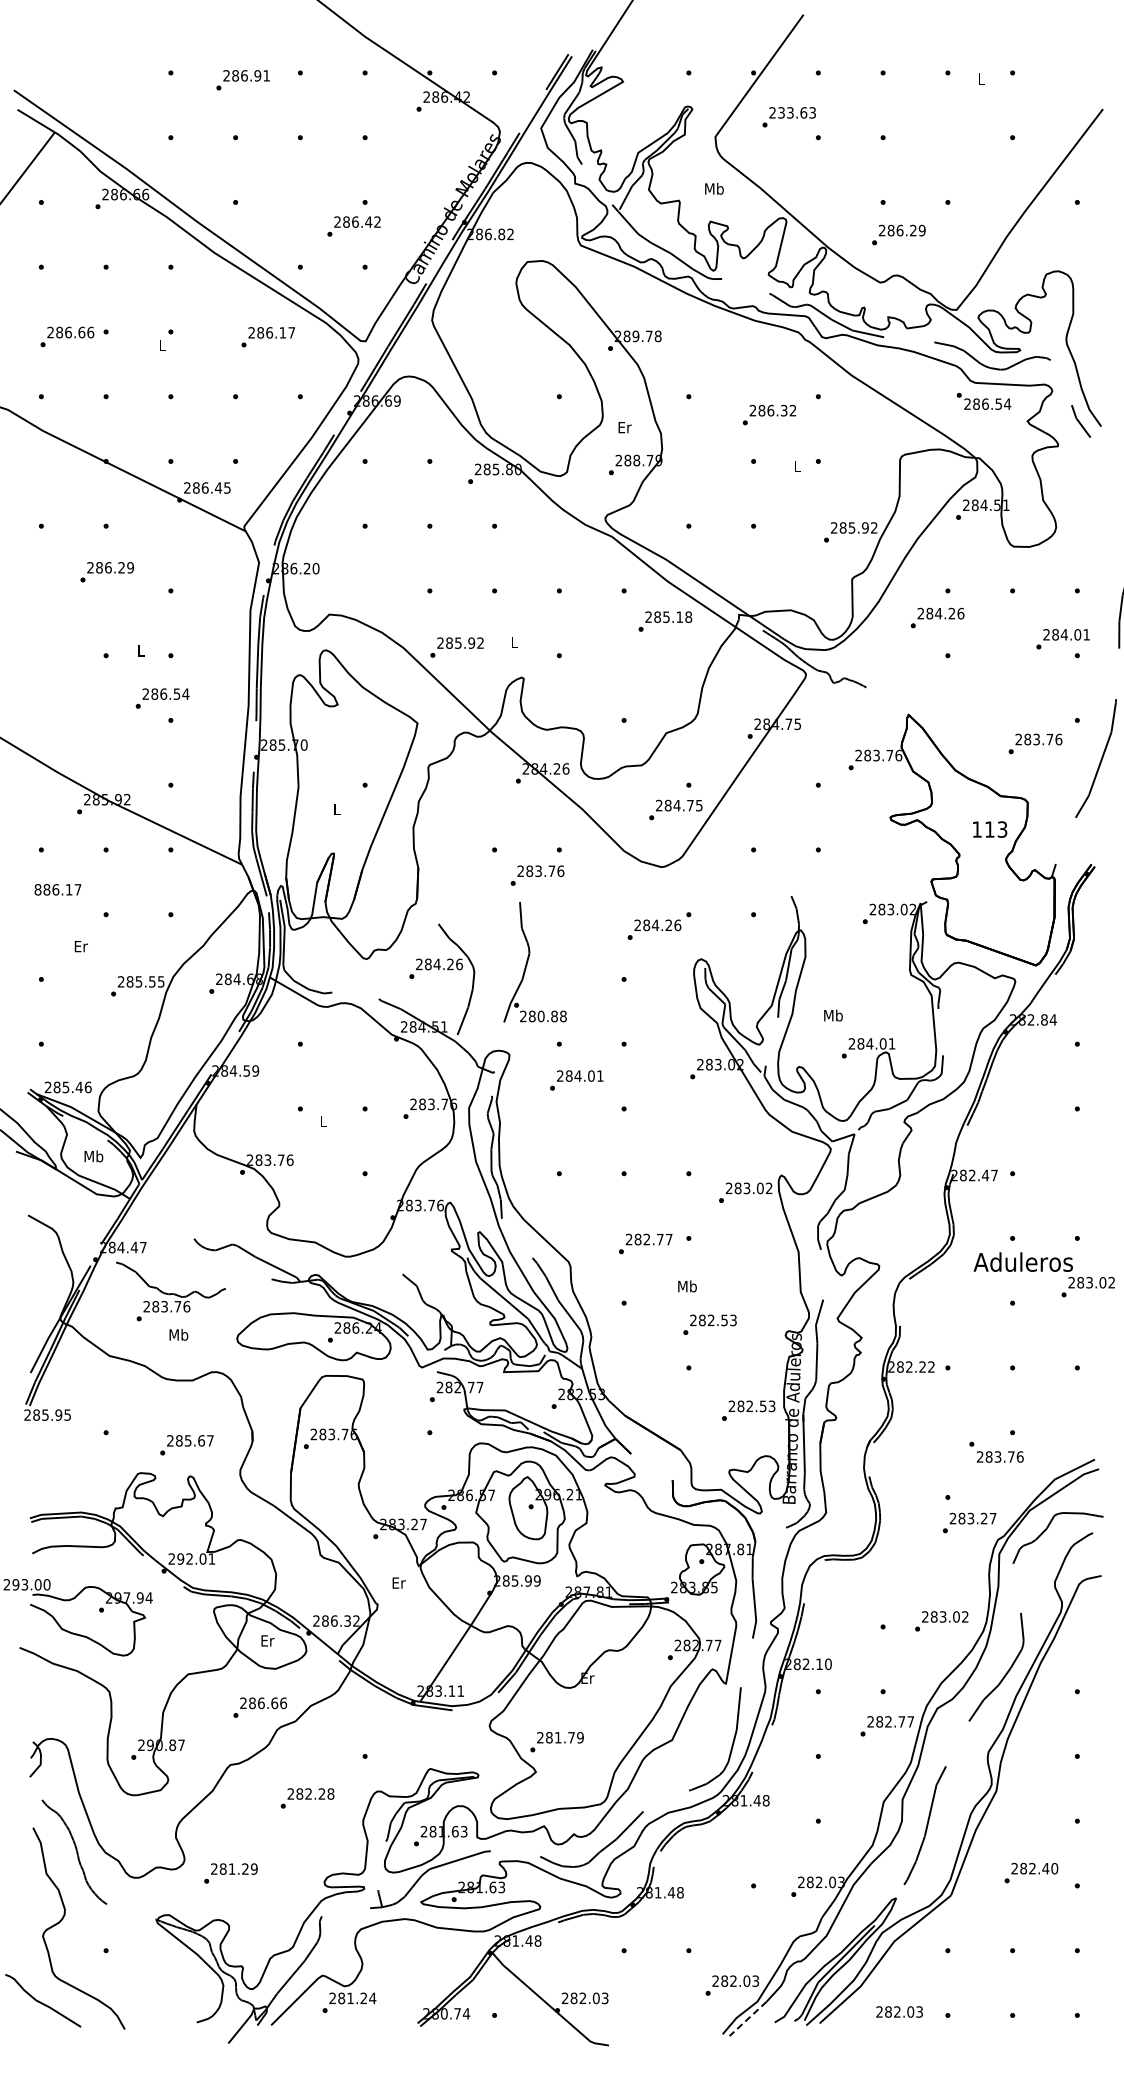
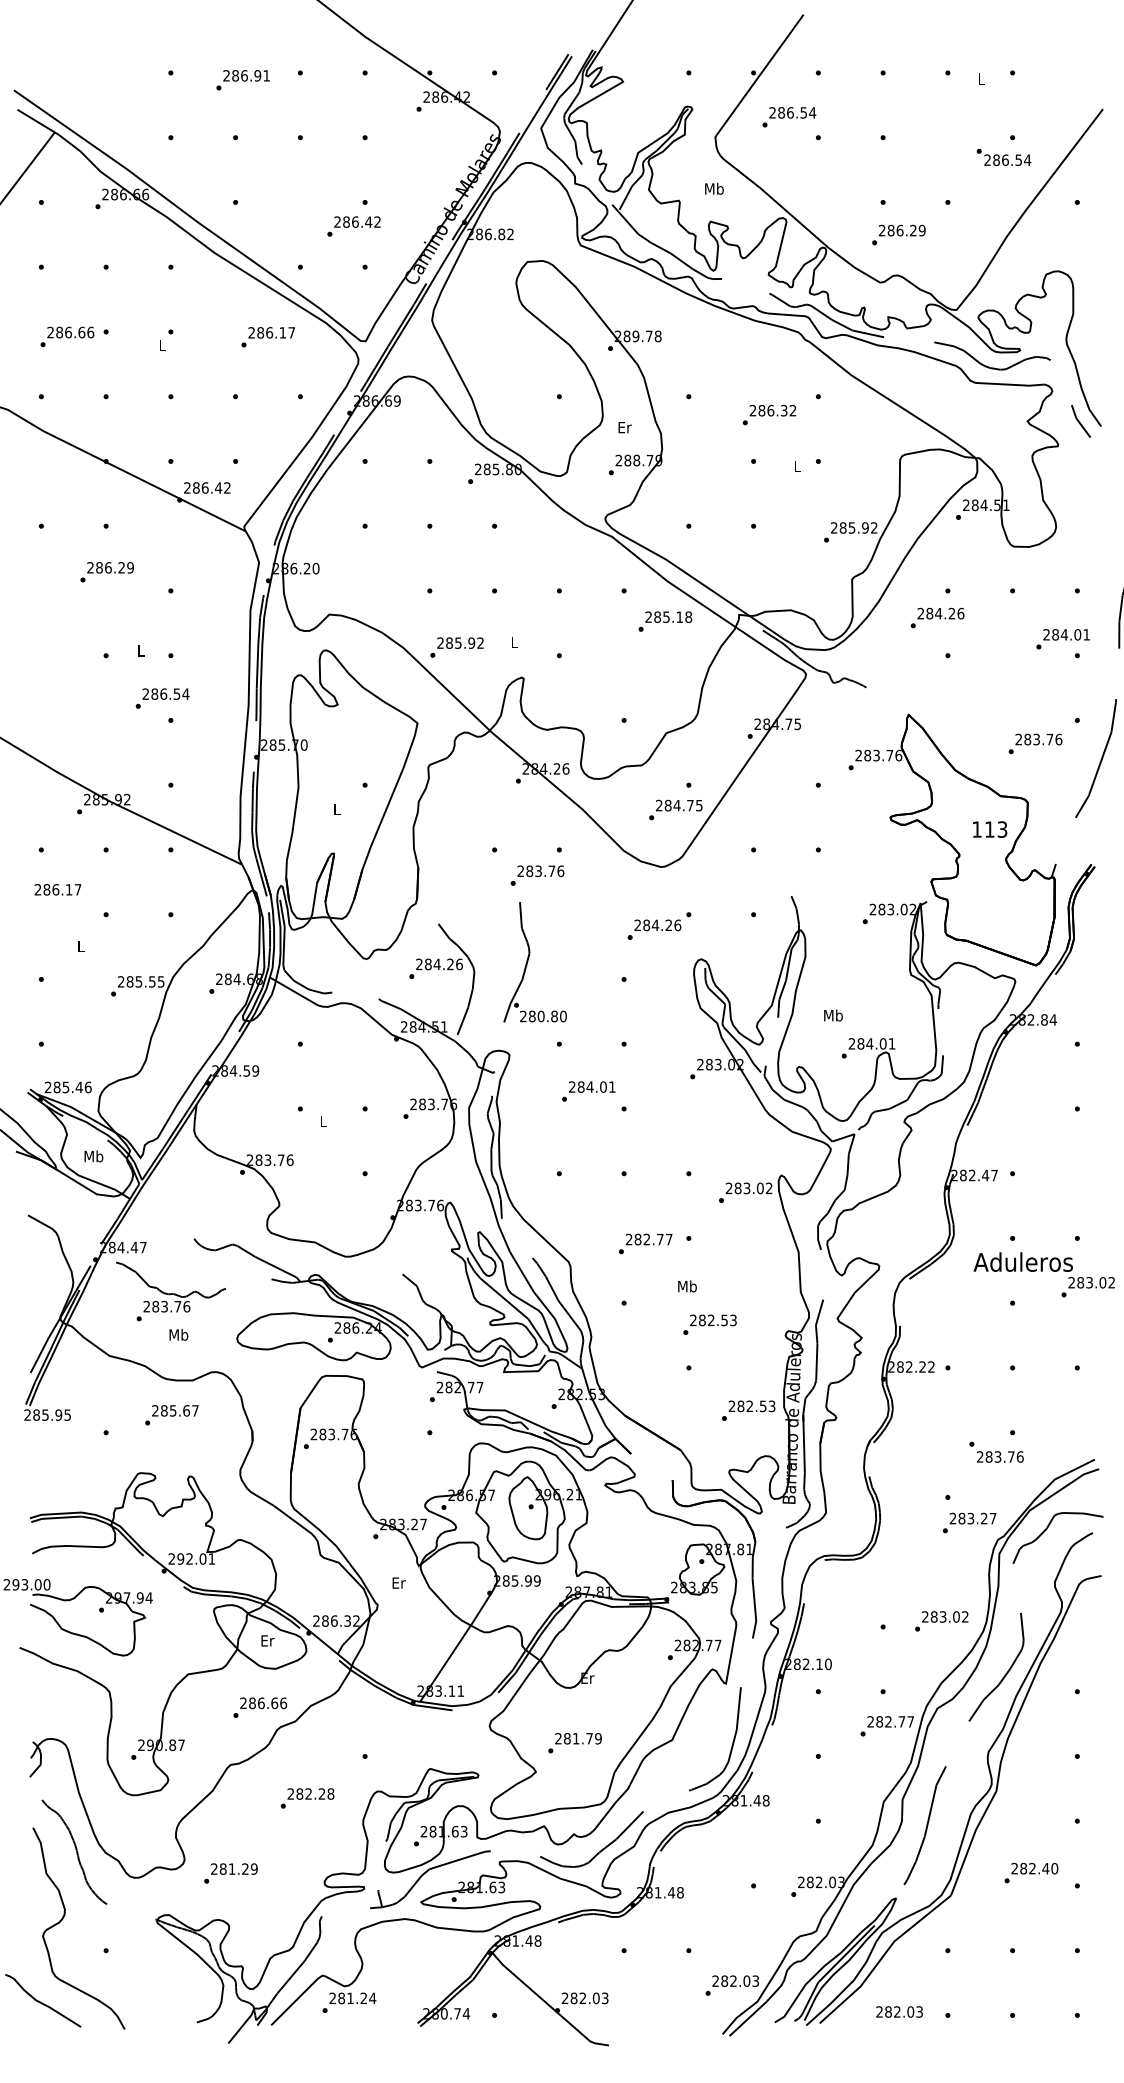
text at (797, 112): 233.63 -> 286.54
text at (983, 400) position: (983, 400) -> (1003, 156)
text at (227, 487): 286.45 -> 286.42
text at (37, 889): 886.17 -> 286.17
text at (80, 946): Er -> L
text at (563, 1016): 280.88 -> 280.80
text at (576, 1080) position: (576, 1080) -> (588, 1091)
text at (186, 1445) position: (186, 1445) -> (171, 1415)
text at (556, 1742) position: (556, 1742) -> (574, 1743)
line at (747, 2019): dashed -> solid
